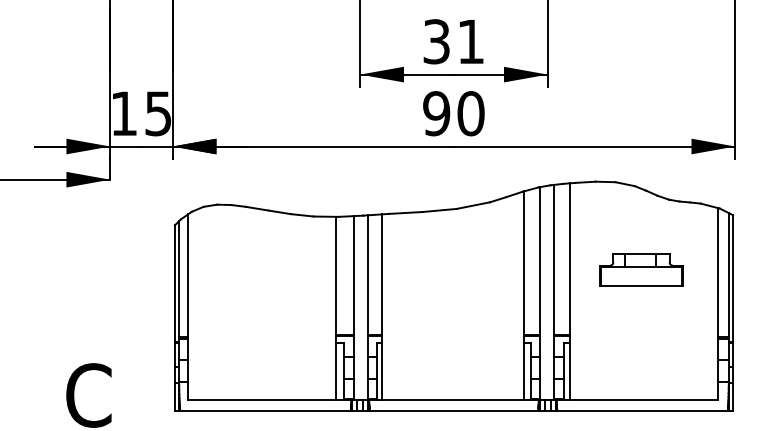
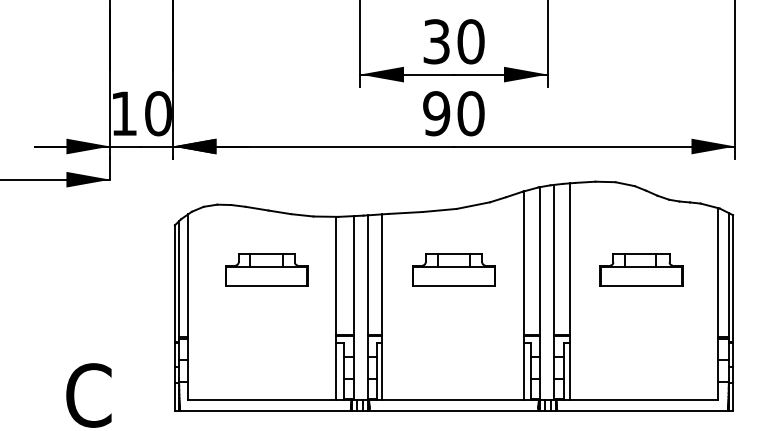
text at (470, 41): 31 -> 30
text at (158, 113): 15 -> 10
part at (266, 269): none -> present
part at (453, 269): none -> present
